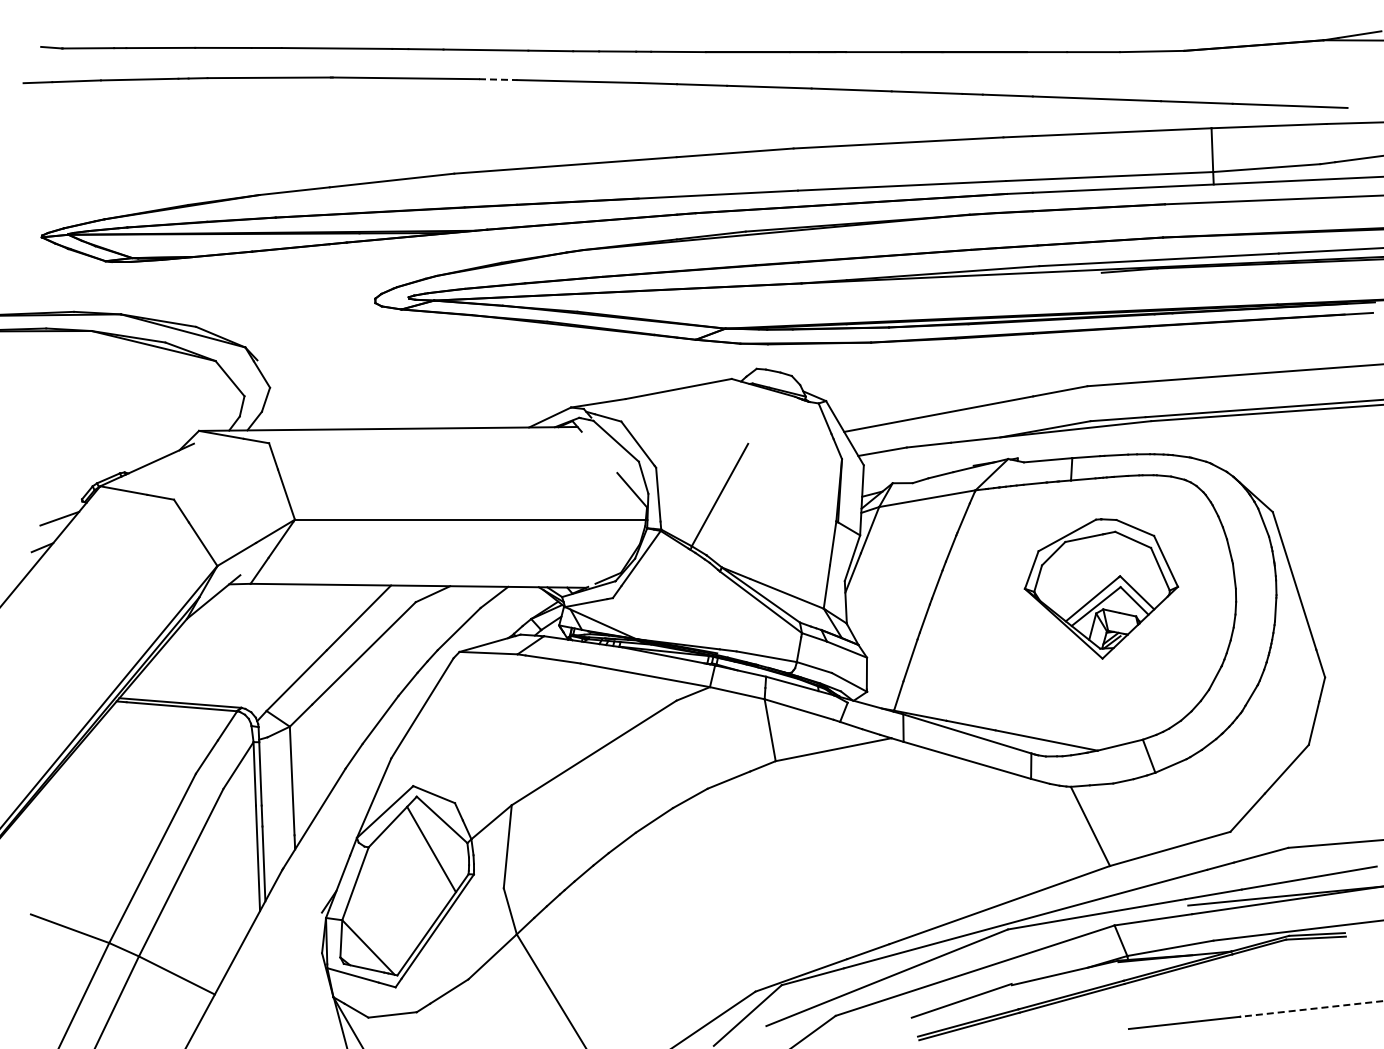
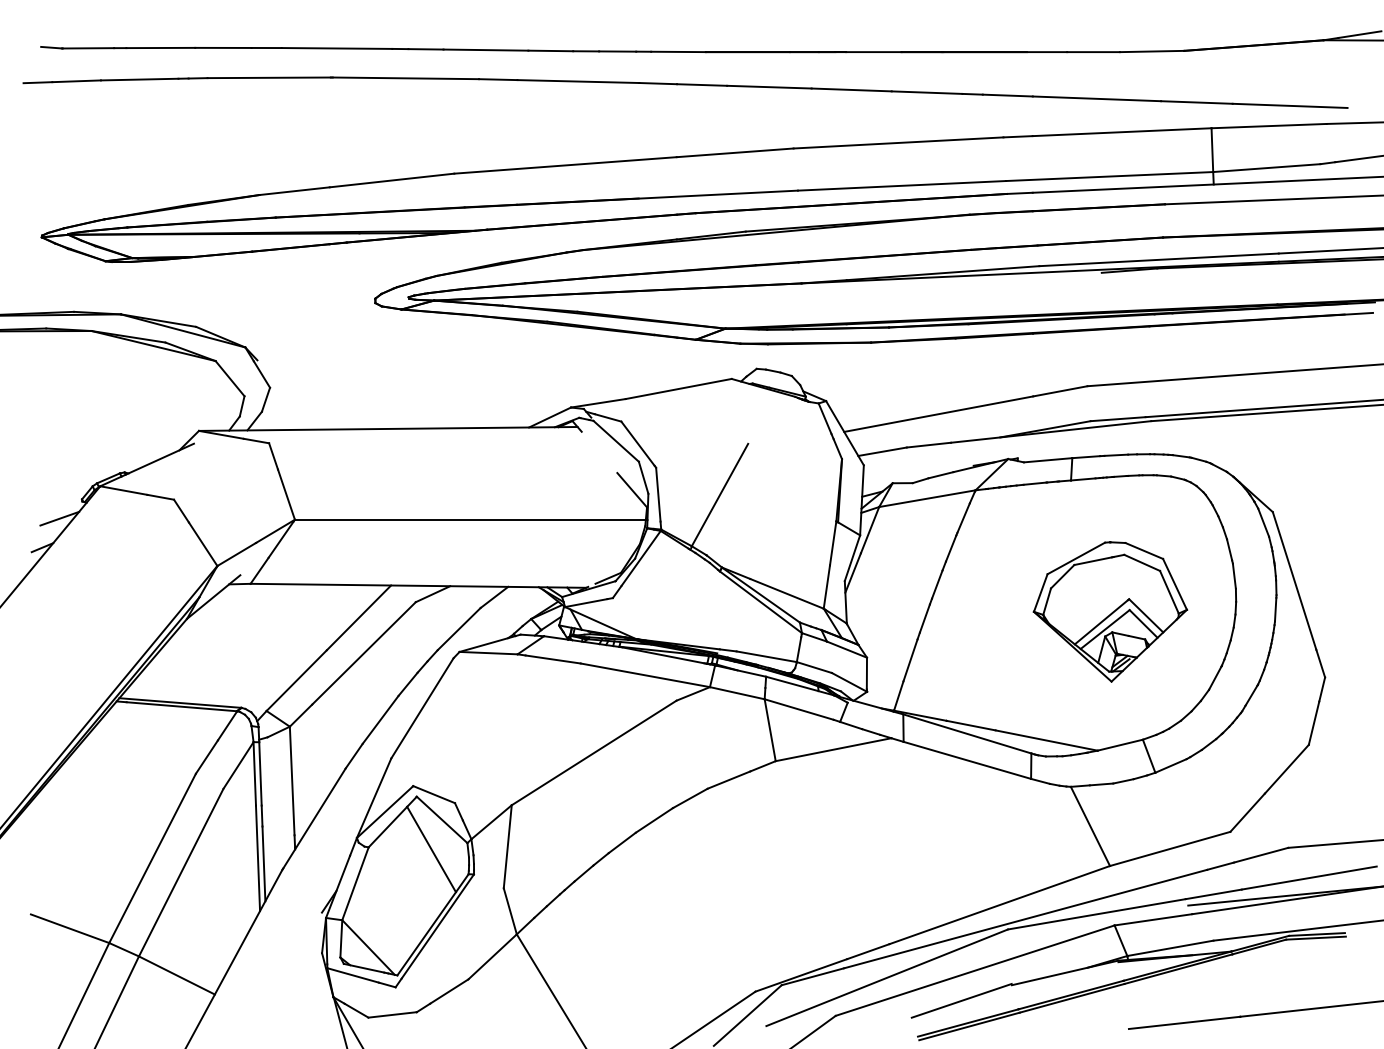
line at (498, 79): dashed -> solid
part at (1101, 588) position: (1101, 588) -> (1110, 611)
line at (1311, 1008): dashed -> solid
